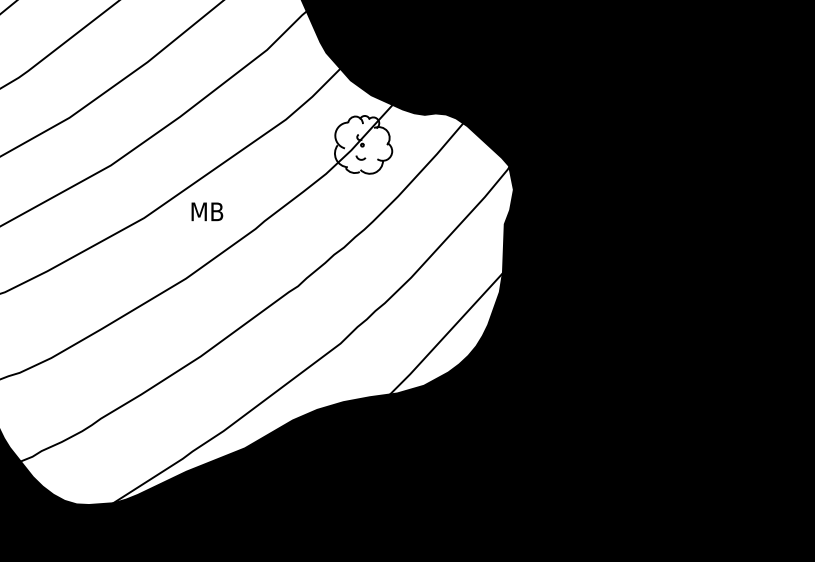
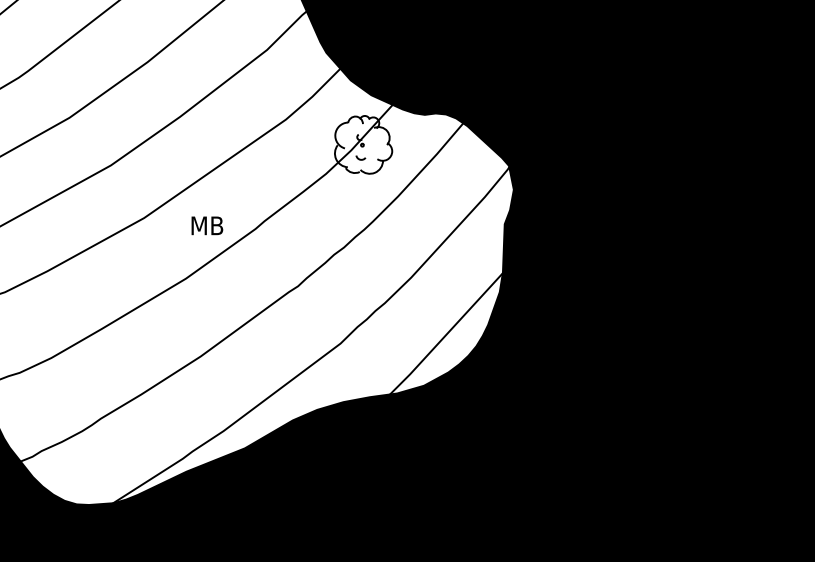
text at (207, 211) position: (207, 211) -> (207, 225)
